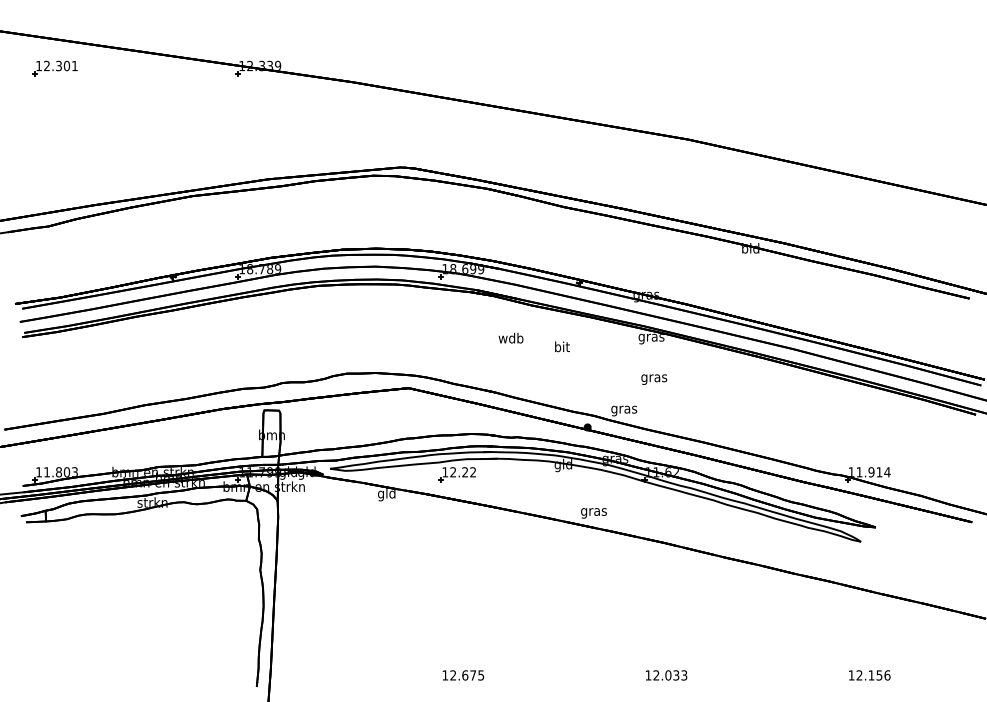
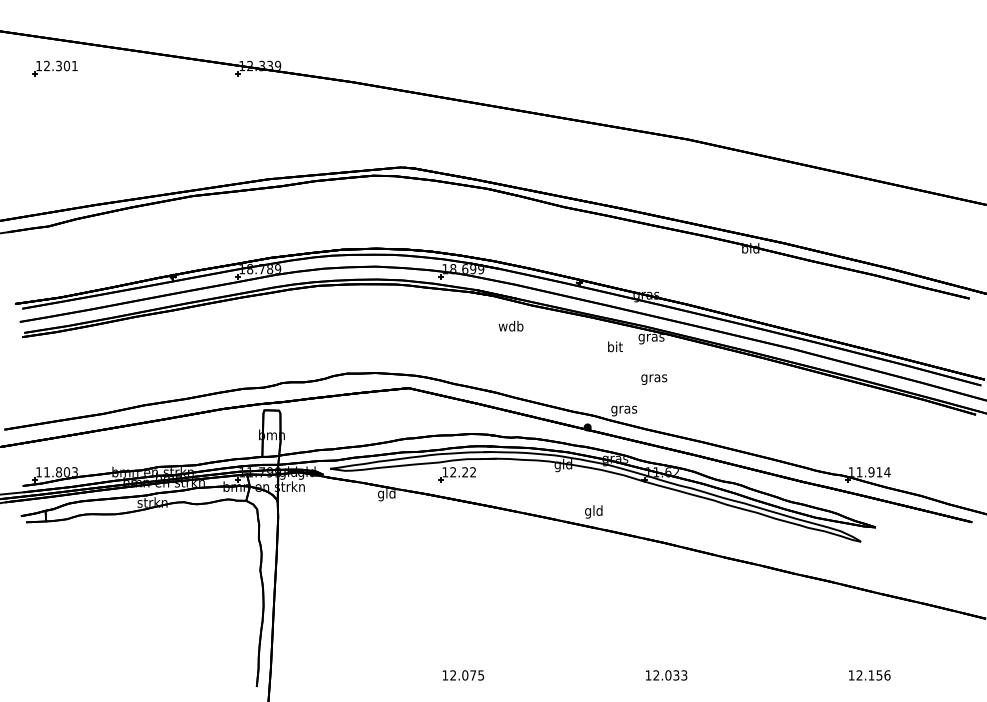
text at (510, 337) position: (510, 337) -> (510, 325)
text at (562, 346) position: (562, 346) -> (615, 346)
text at (593, 511): gras -> gld
text at (465, 675): 12.675 -> 12.075
